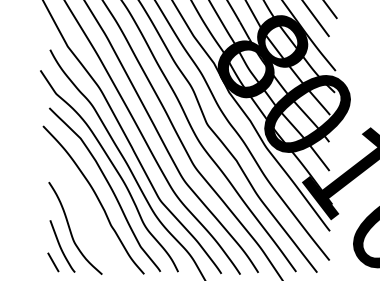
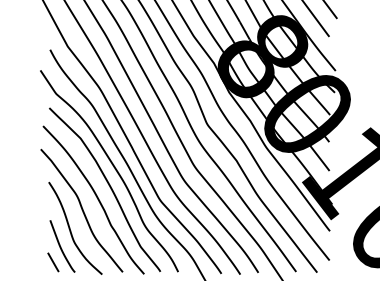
curve at (81, 210): none -> present
